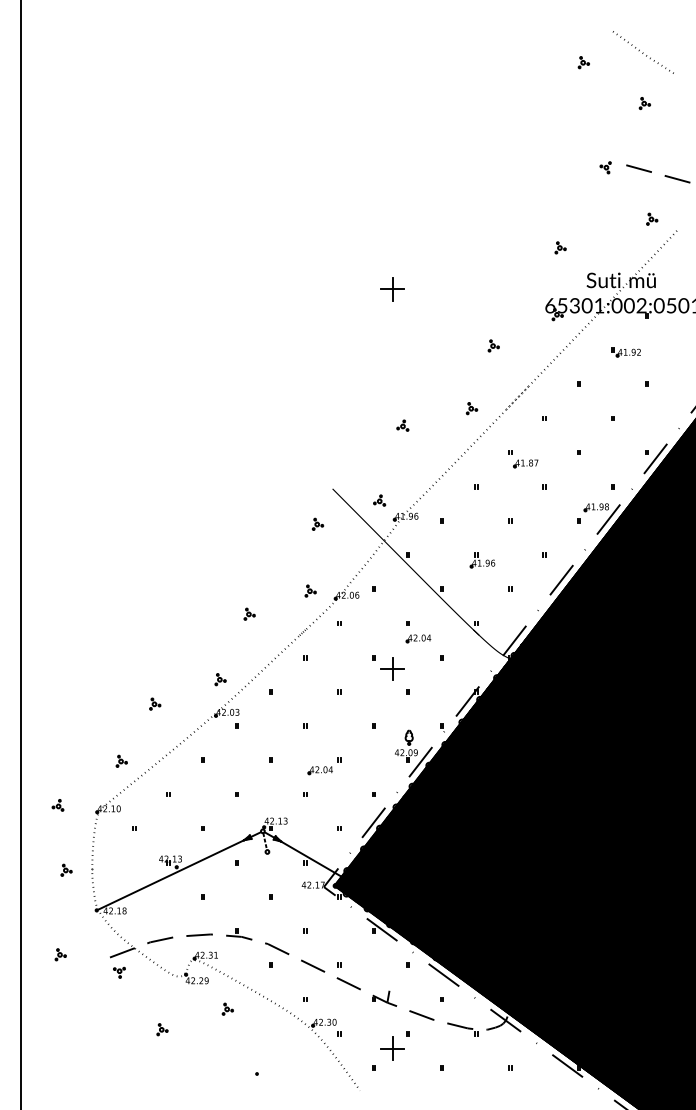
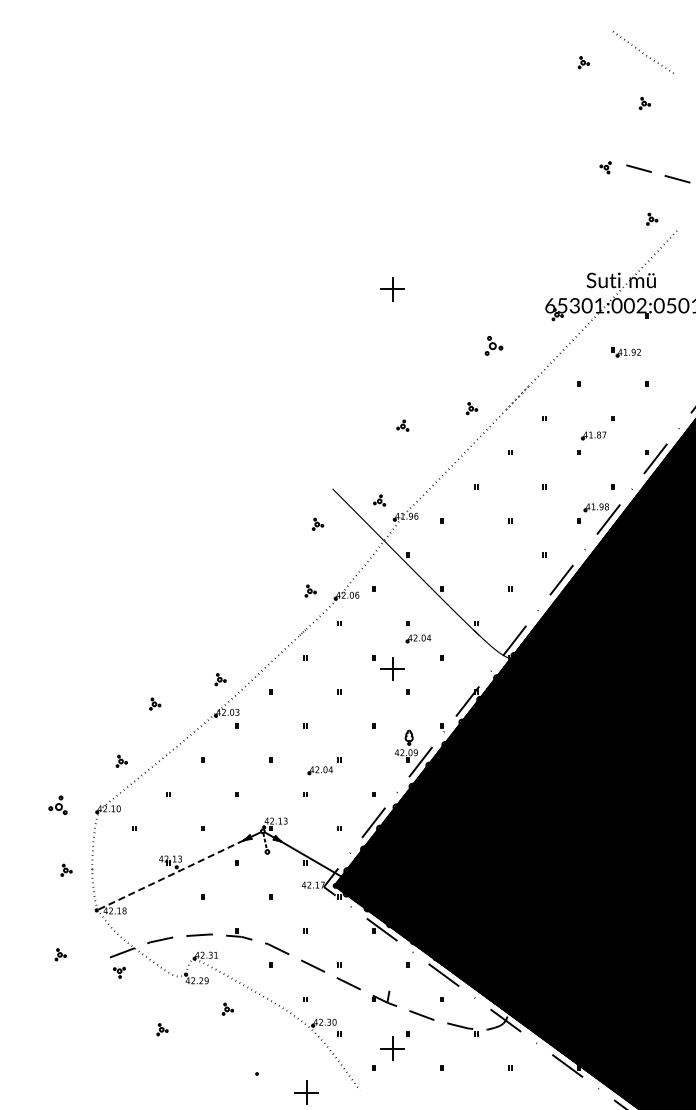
part at (560, 247): present -> none
part at (493, 345) size: 13x14 px -> 20x20 px
part at (525, 463) position: (525, 463) -> (593, 435)
line at (20, 554): present -> none
part at (482, 560): present -> none
part at (249, 613): present -> none
part at (57, 805) size: 14x13 px -> 20x20 px
line at (170, 875): solid -> dashed
part at (306, 1092): none -> present
